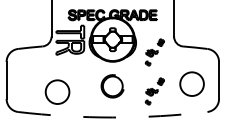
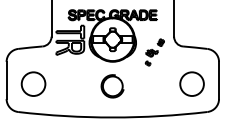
circle at (57, 91) position: (57, 91) -> (33, 83)
part at (154, 91): present -> none
arc at (112, 117): dashed -> solid
